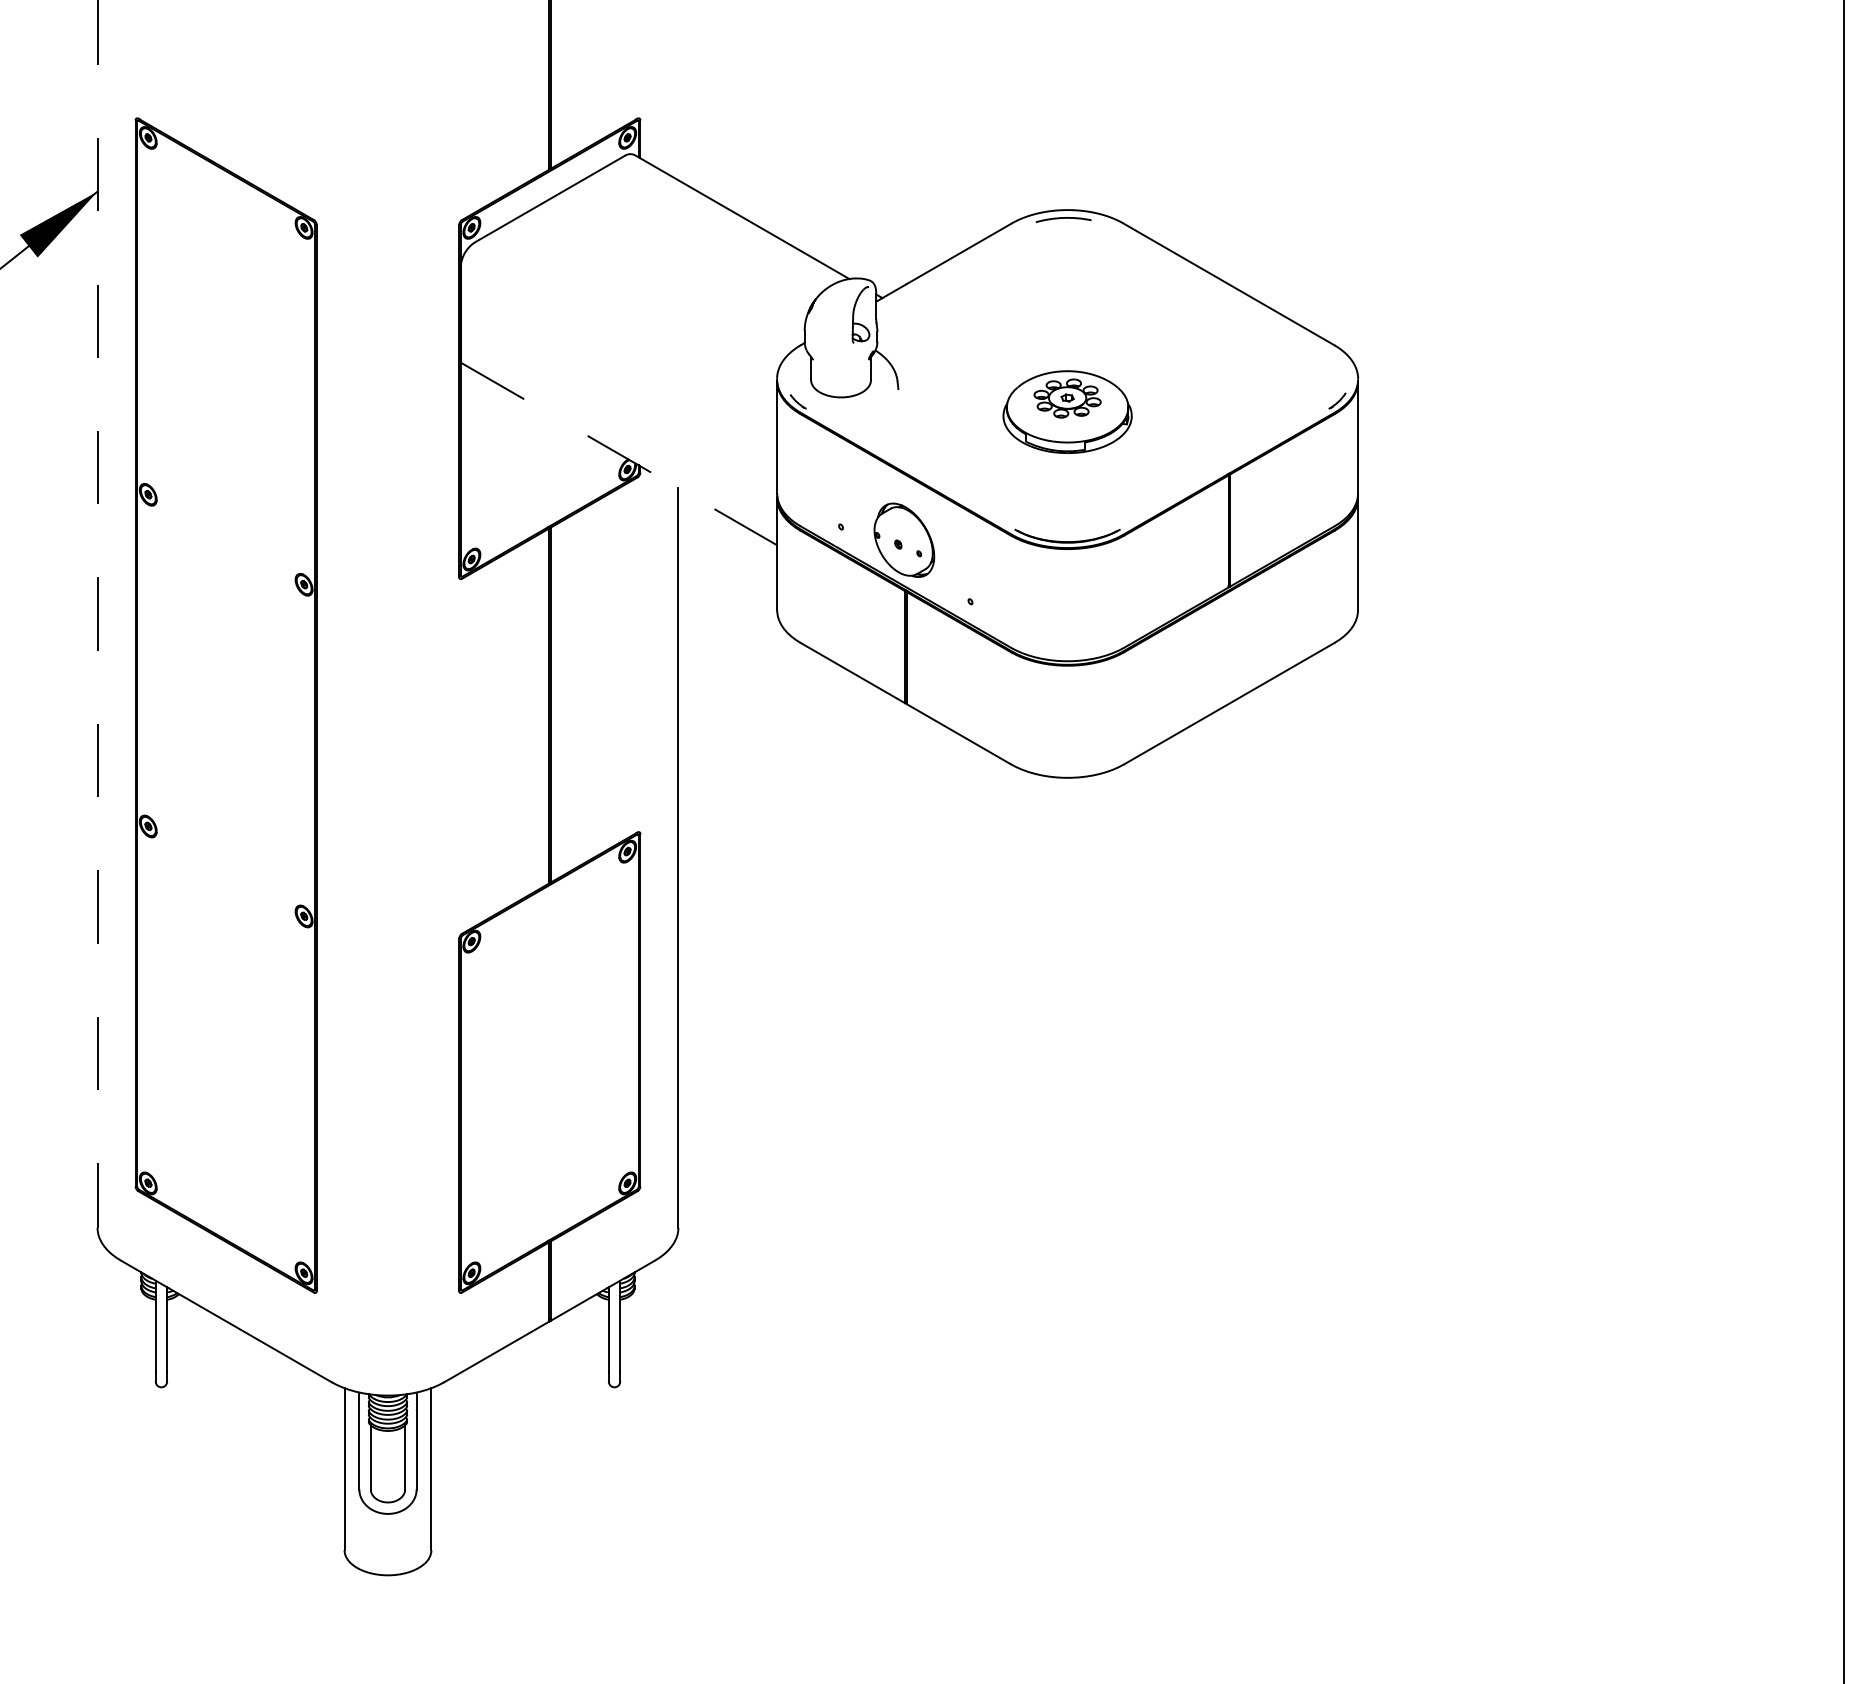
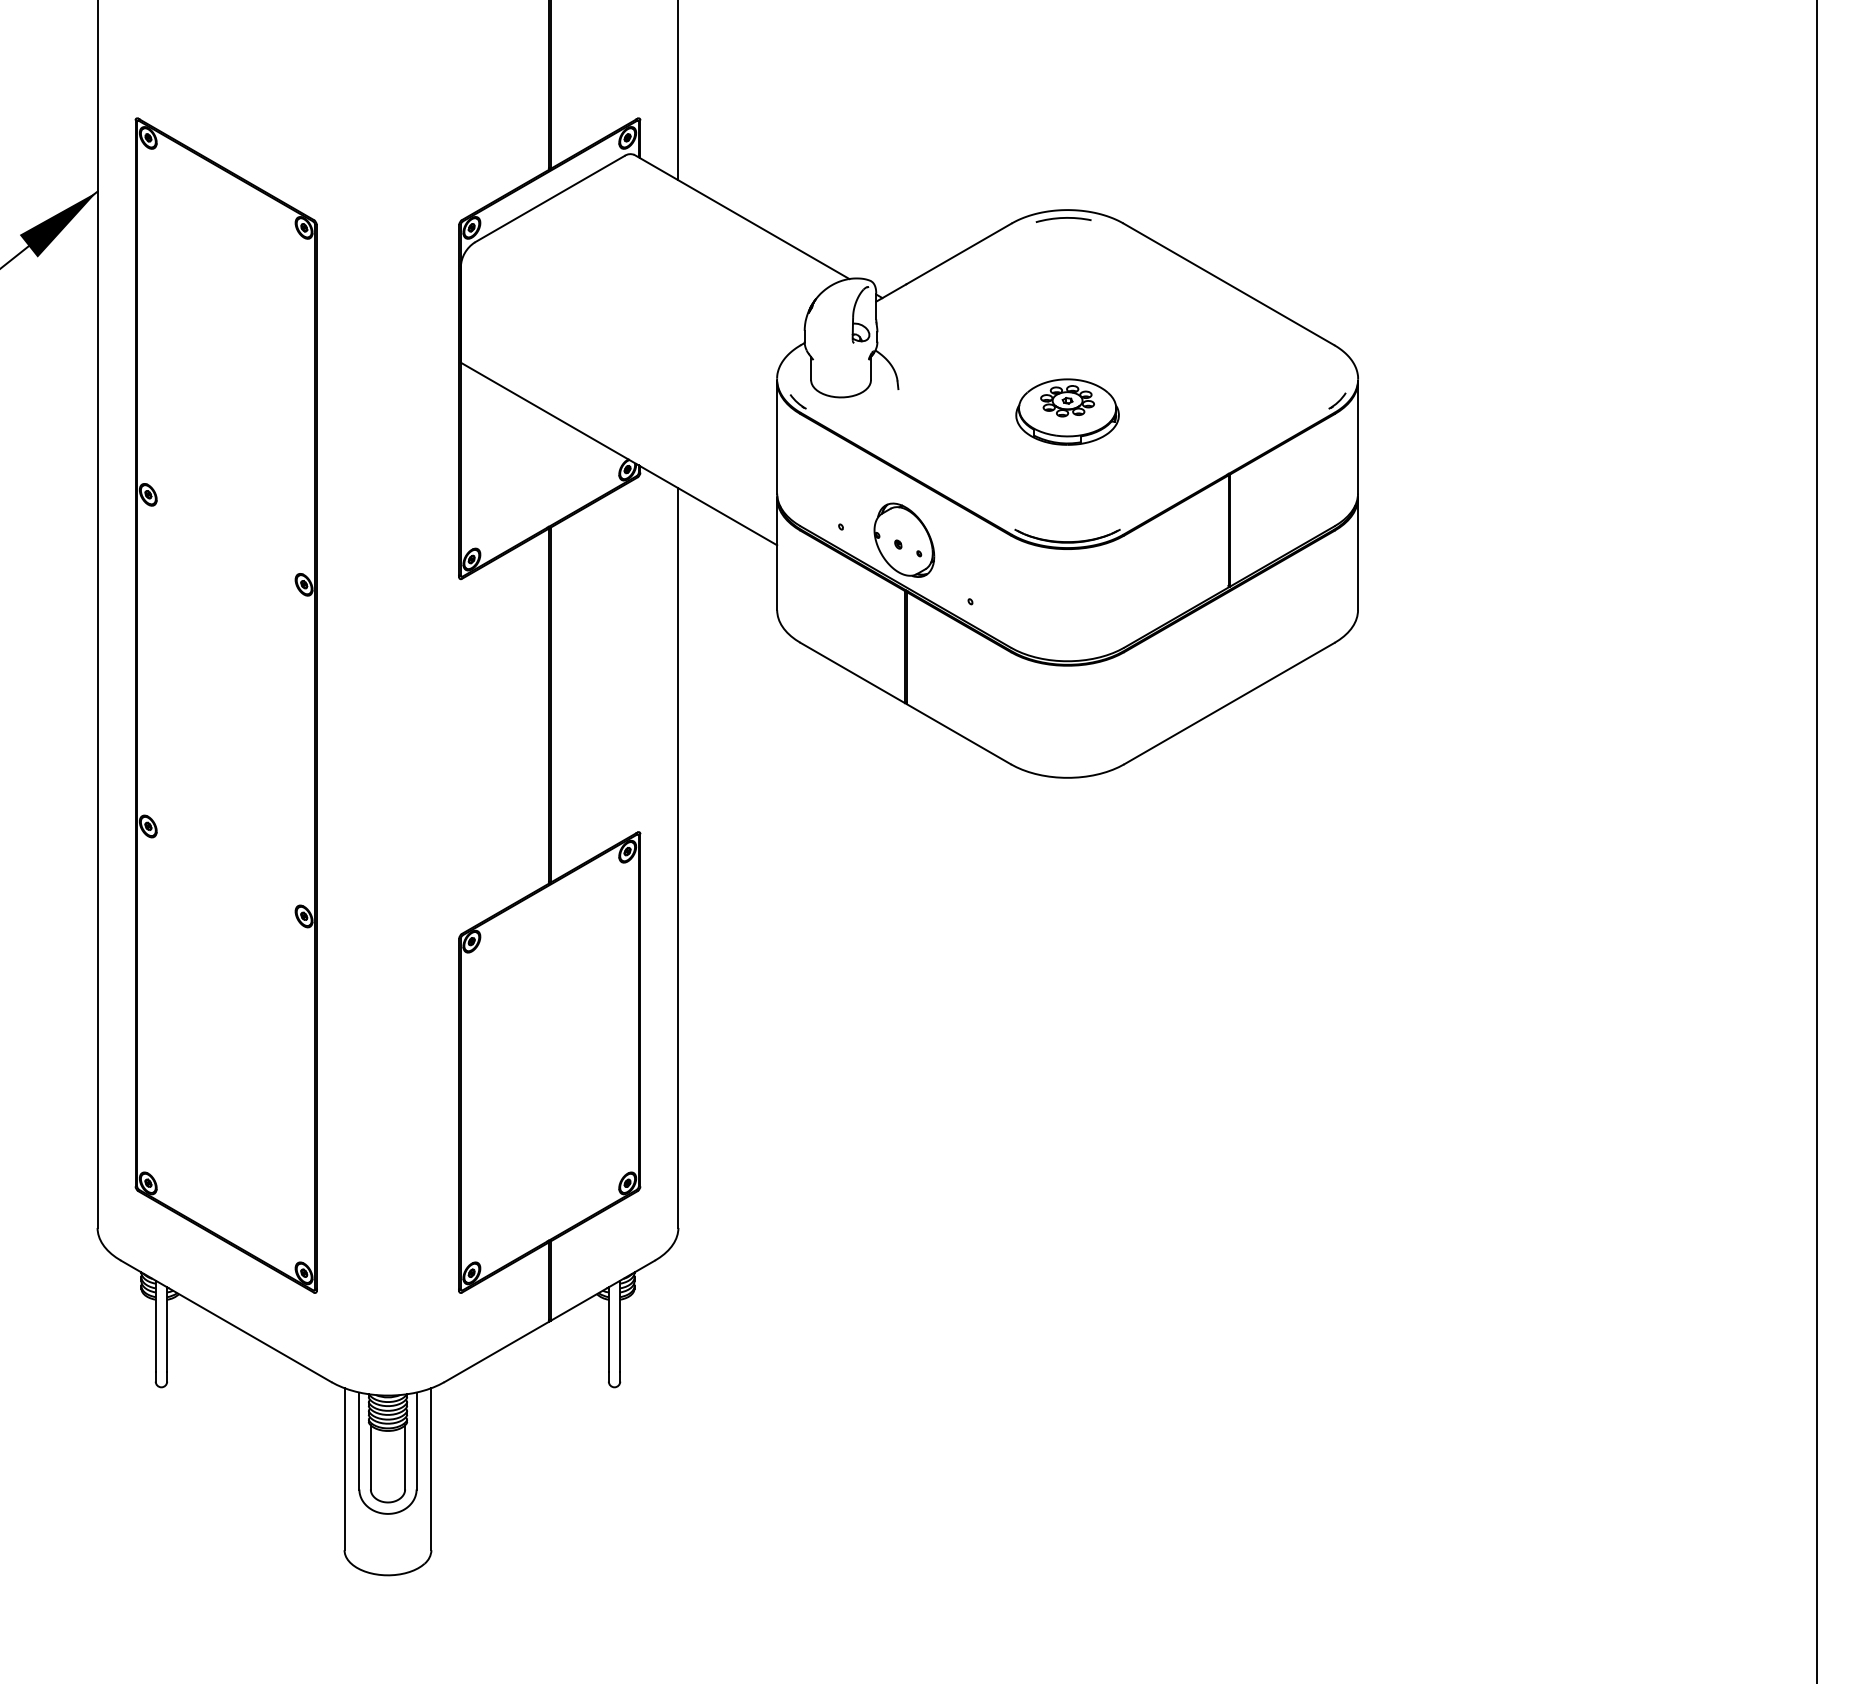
line at (678, 91): none -> present
part at (1067, 411) size: 131x84 px -> 105x68 px
line at (618, 453): dashed -> solid
line at (97, 614): dashed -> solid
line at (1843, 841) position: (1843, 841) -> (1816, 841)
